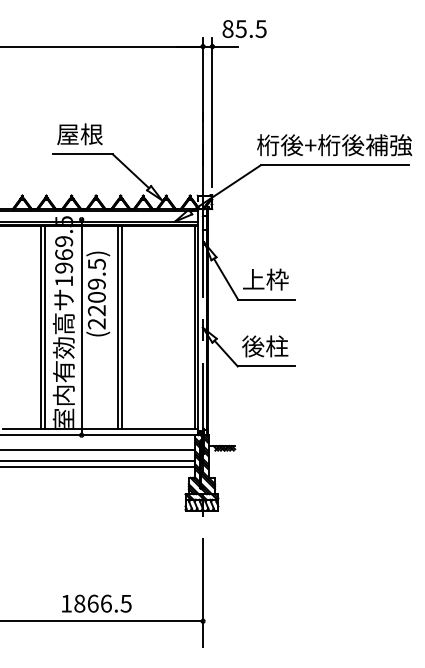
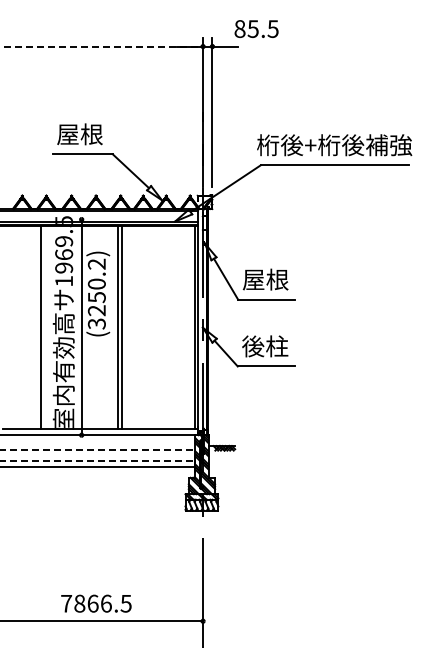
text at (244, 28) position: (244, 28) -> (256, 28)
line at (102, 46): solid -> dashed
text at (265, 279): 上枠 -> 屋根
text at (96, 293): (2209.5) -> (3250.2)
line at (45, 327): present -> none
line at (98, 450): solid -> dashed
line at (98, 461): solid -> dashed
text at (66, 603): 1866.5 -> 7866.5
